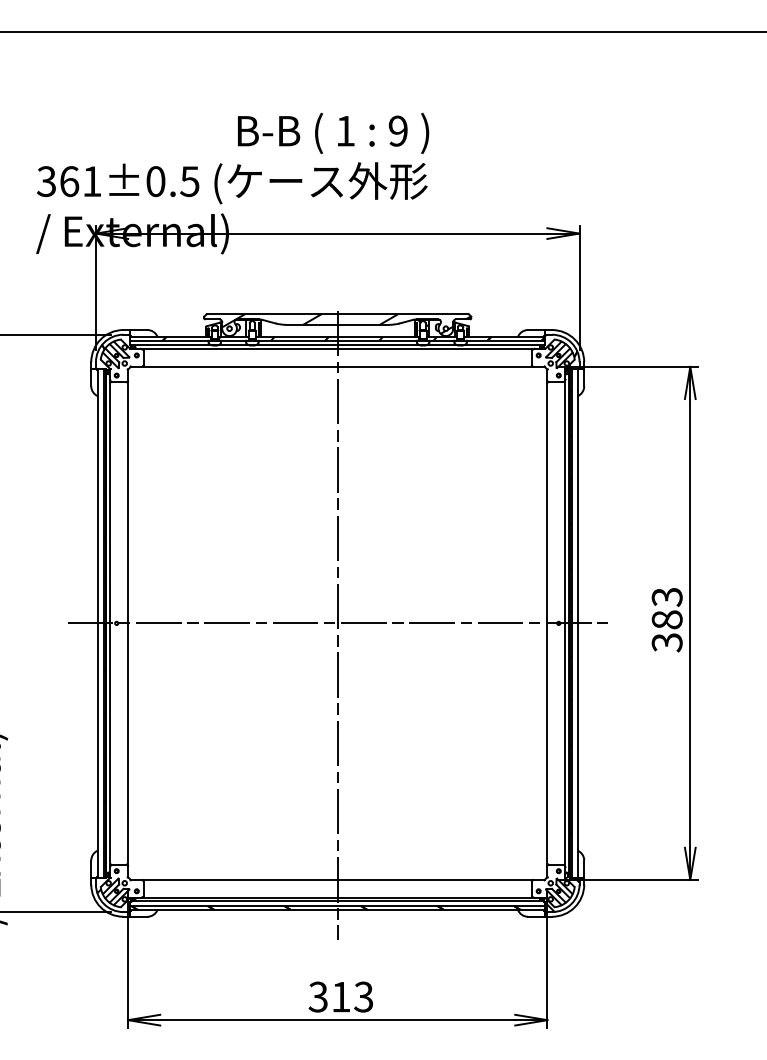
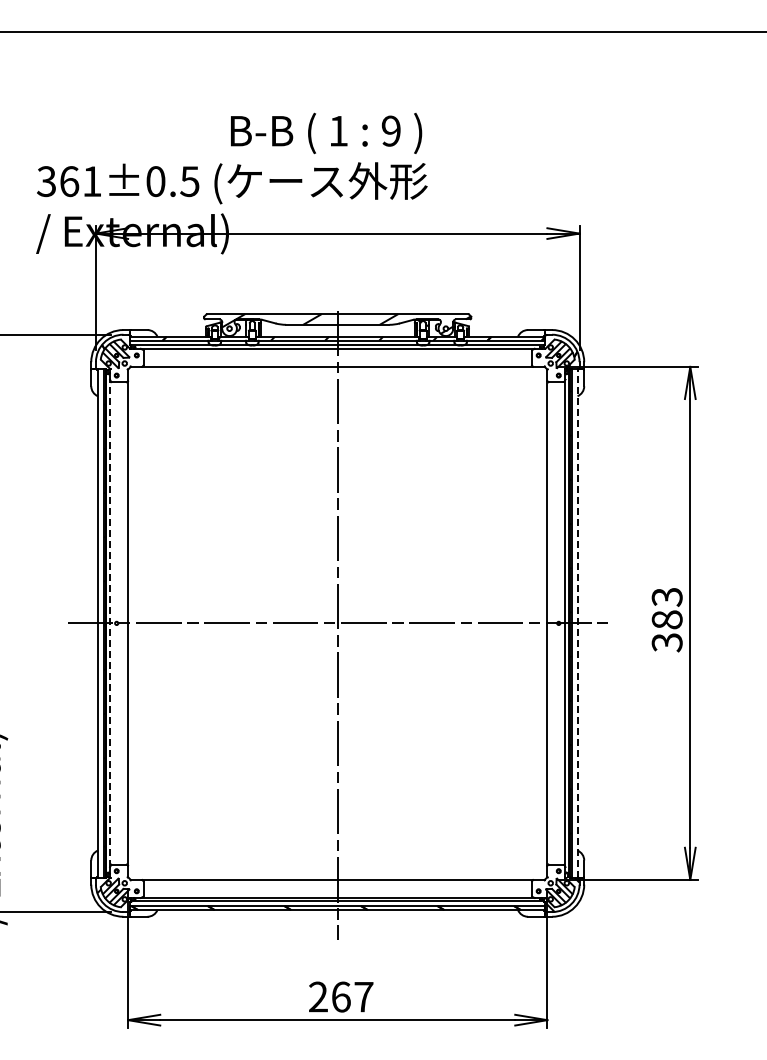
text at (333, 133) position: (333, 133) -> (326, 133)
line at (110, 623): solid -> dashed
line at (577, 623): solid -> dashed
text at (340, 996): 313 -> 267
